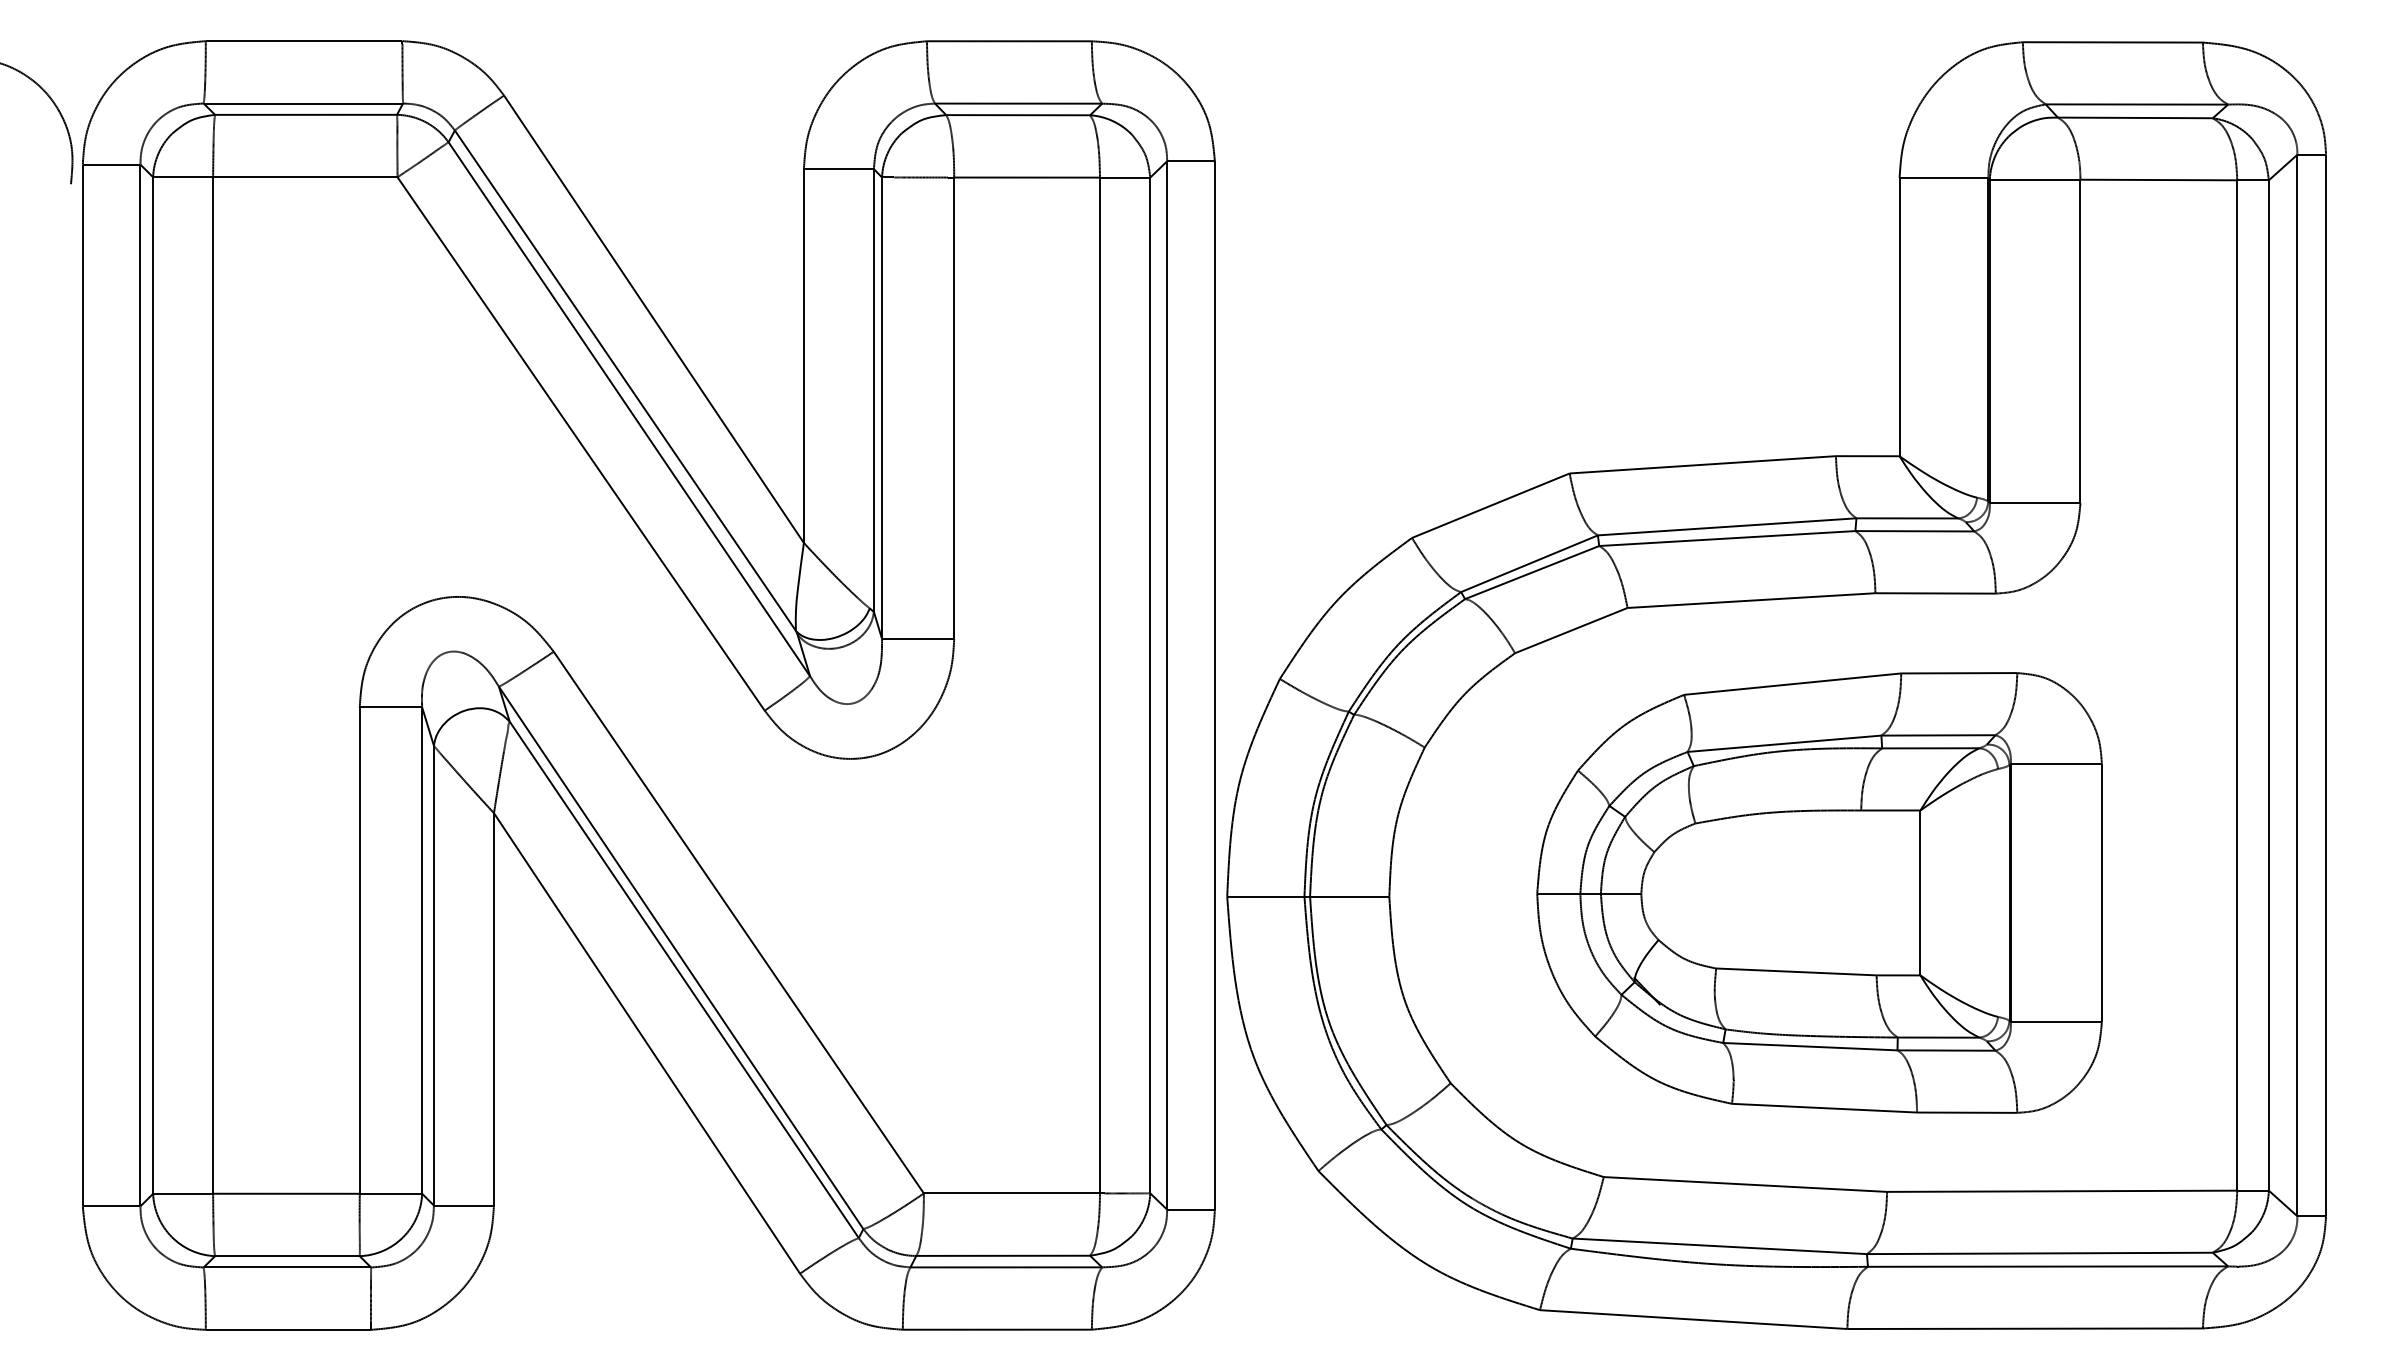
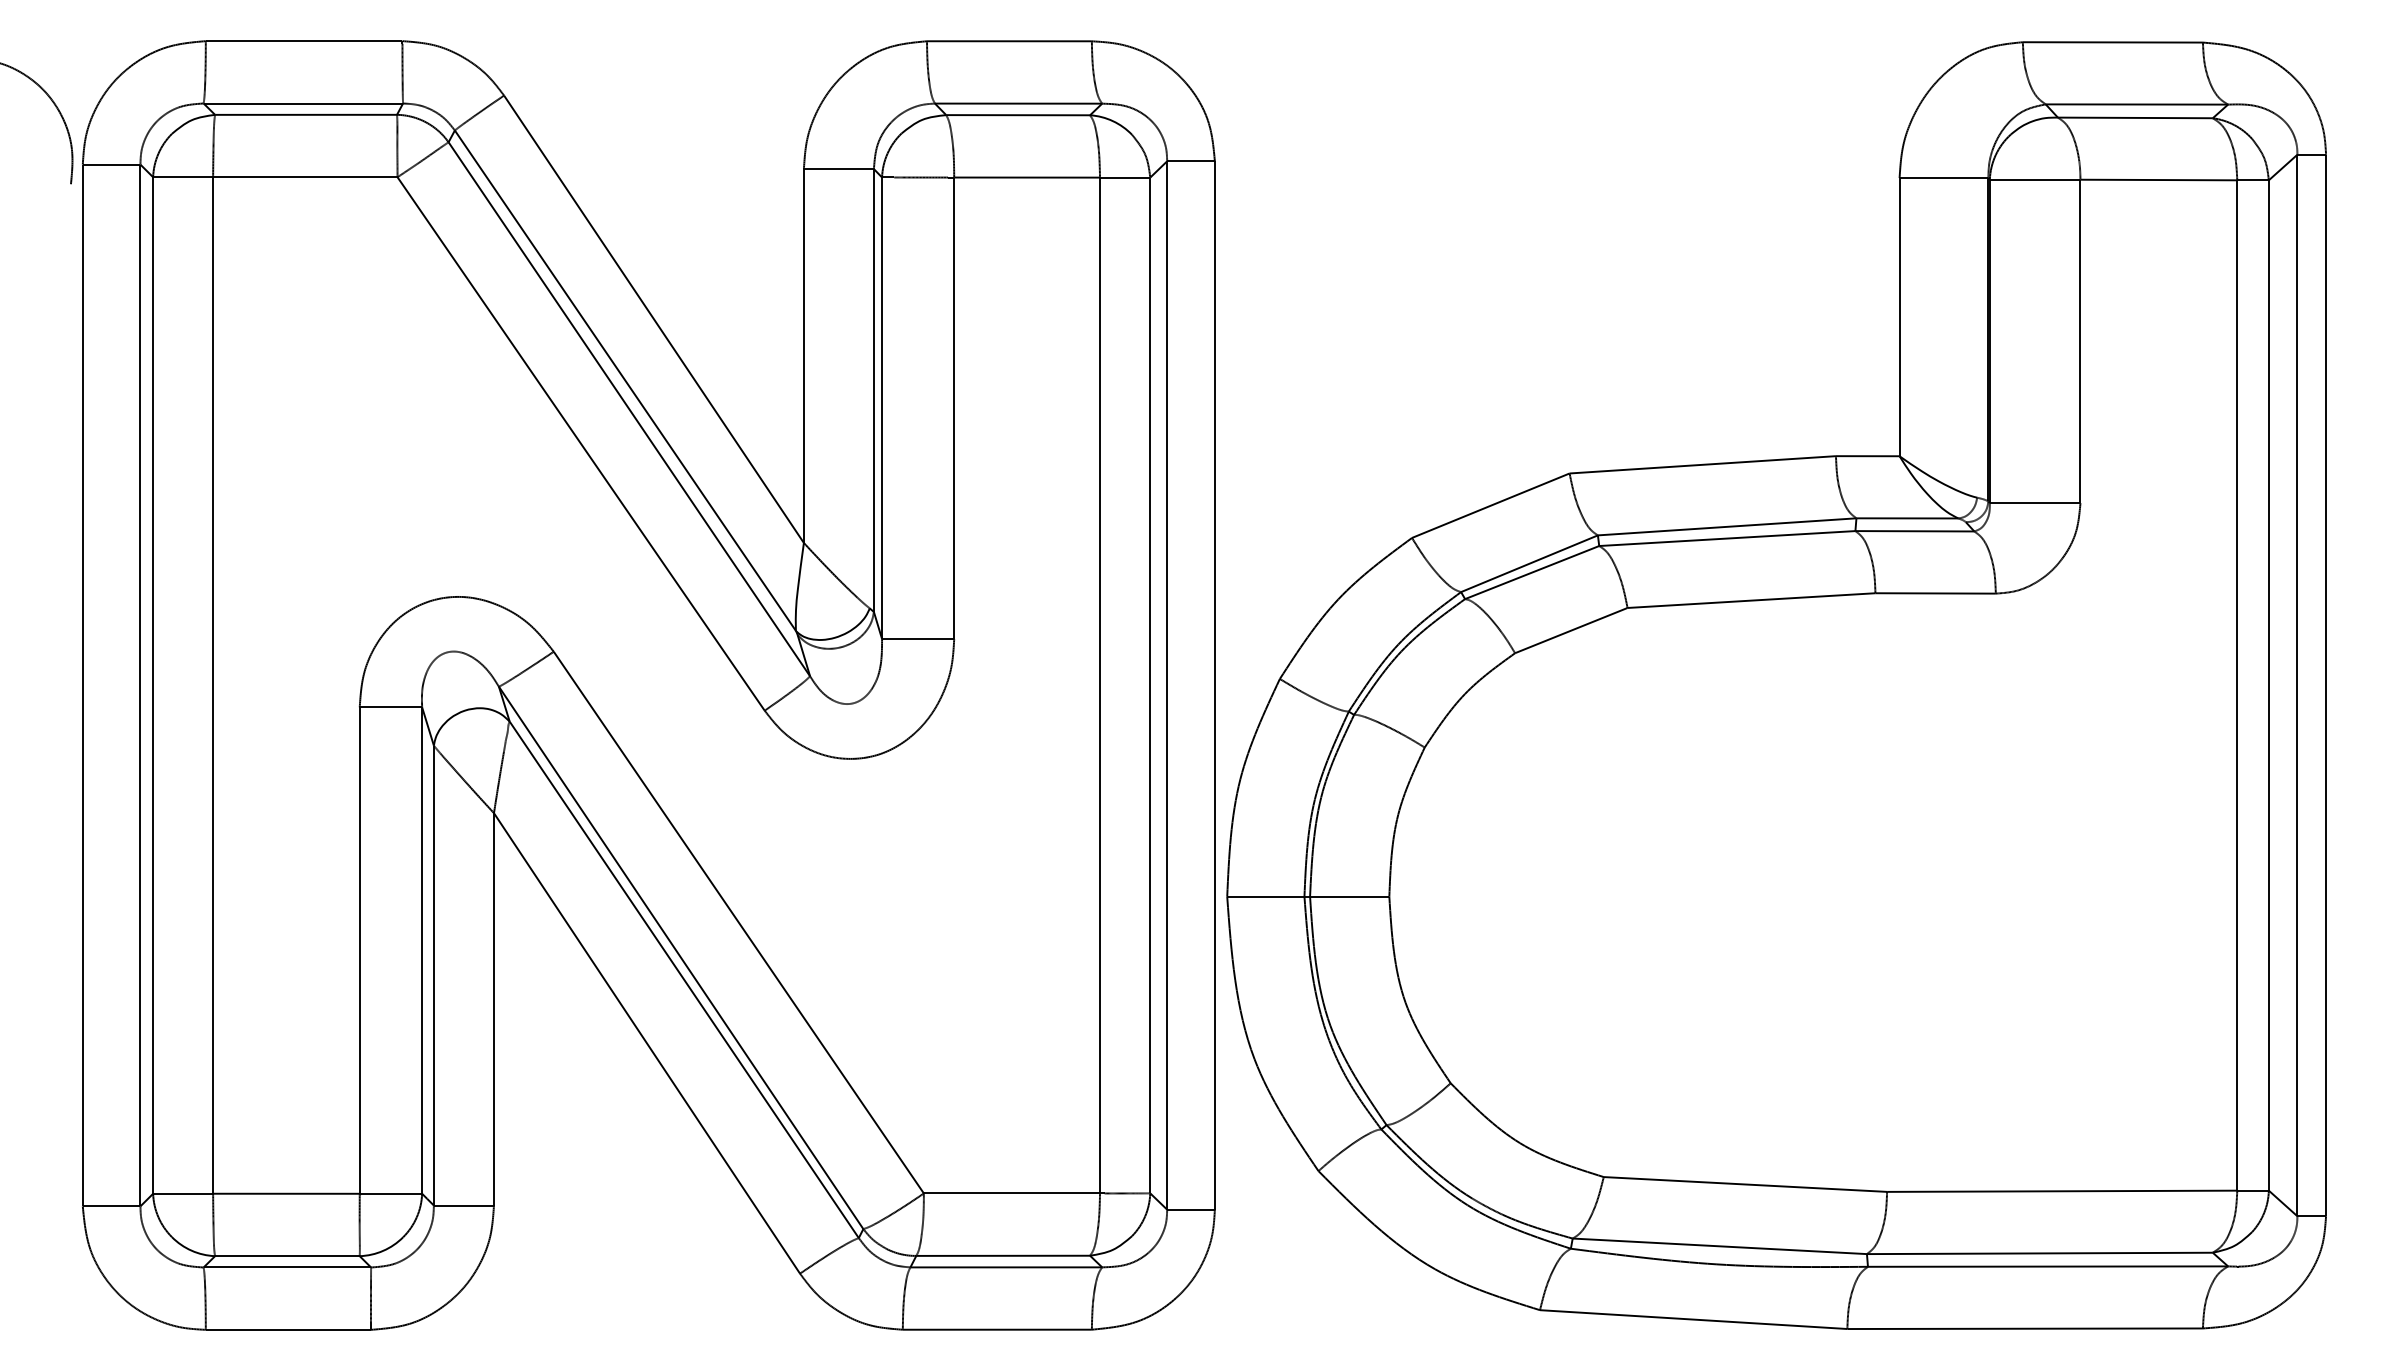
part at (1819, 892): present -> none
